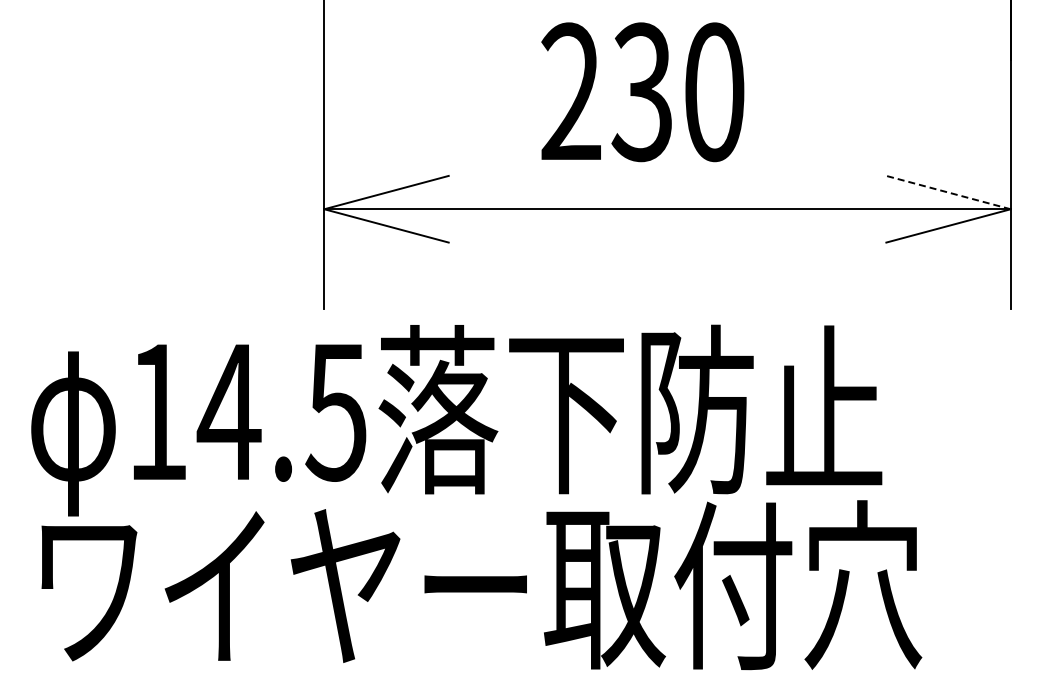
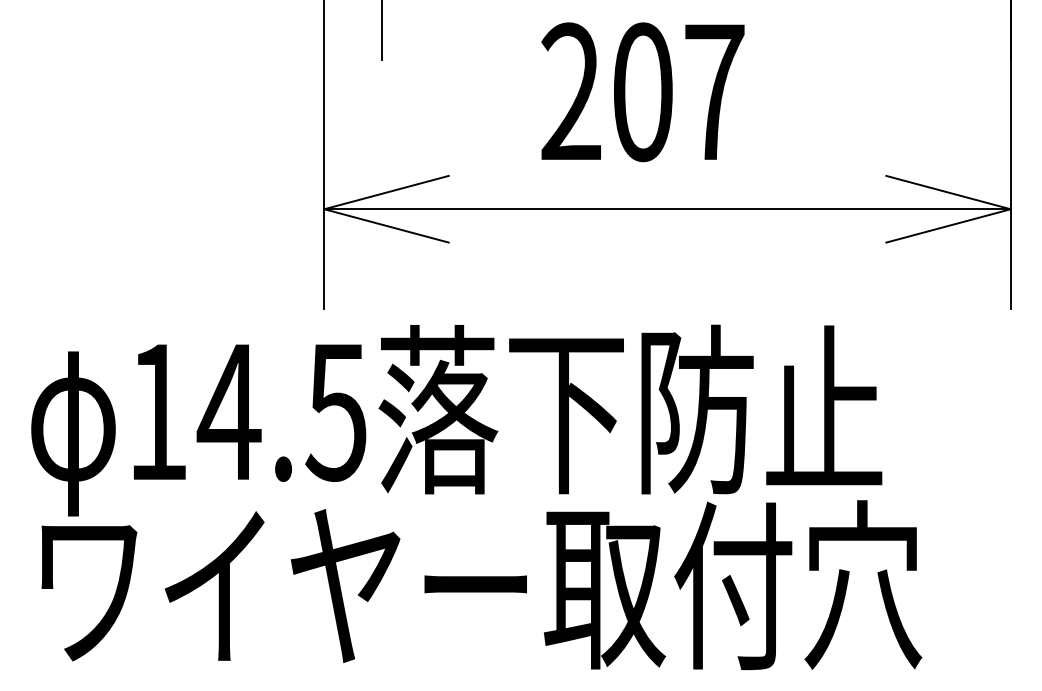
line at (382, 31): none -> present
text at (677, 92): 230 -> 207
line at (948, 192): dashed -> solid
